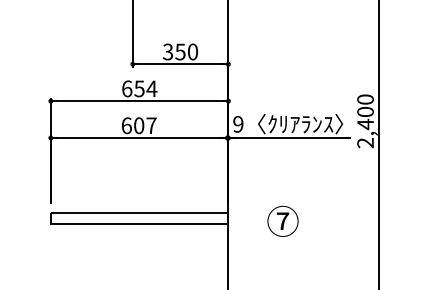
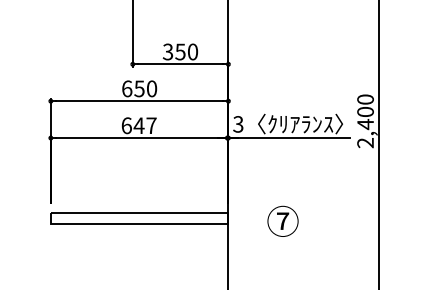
text at (151, 88): 654 -> 650
text at (238, 124): 9 -> 3
text at (138, 125): 607 -> 647
